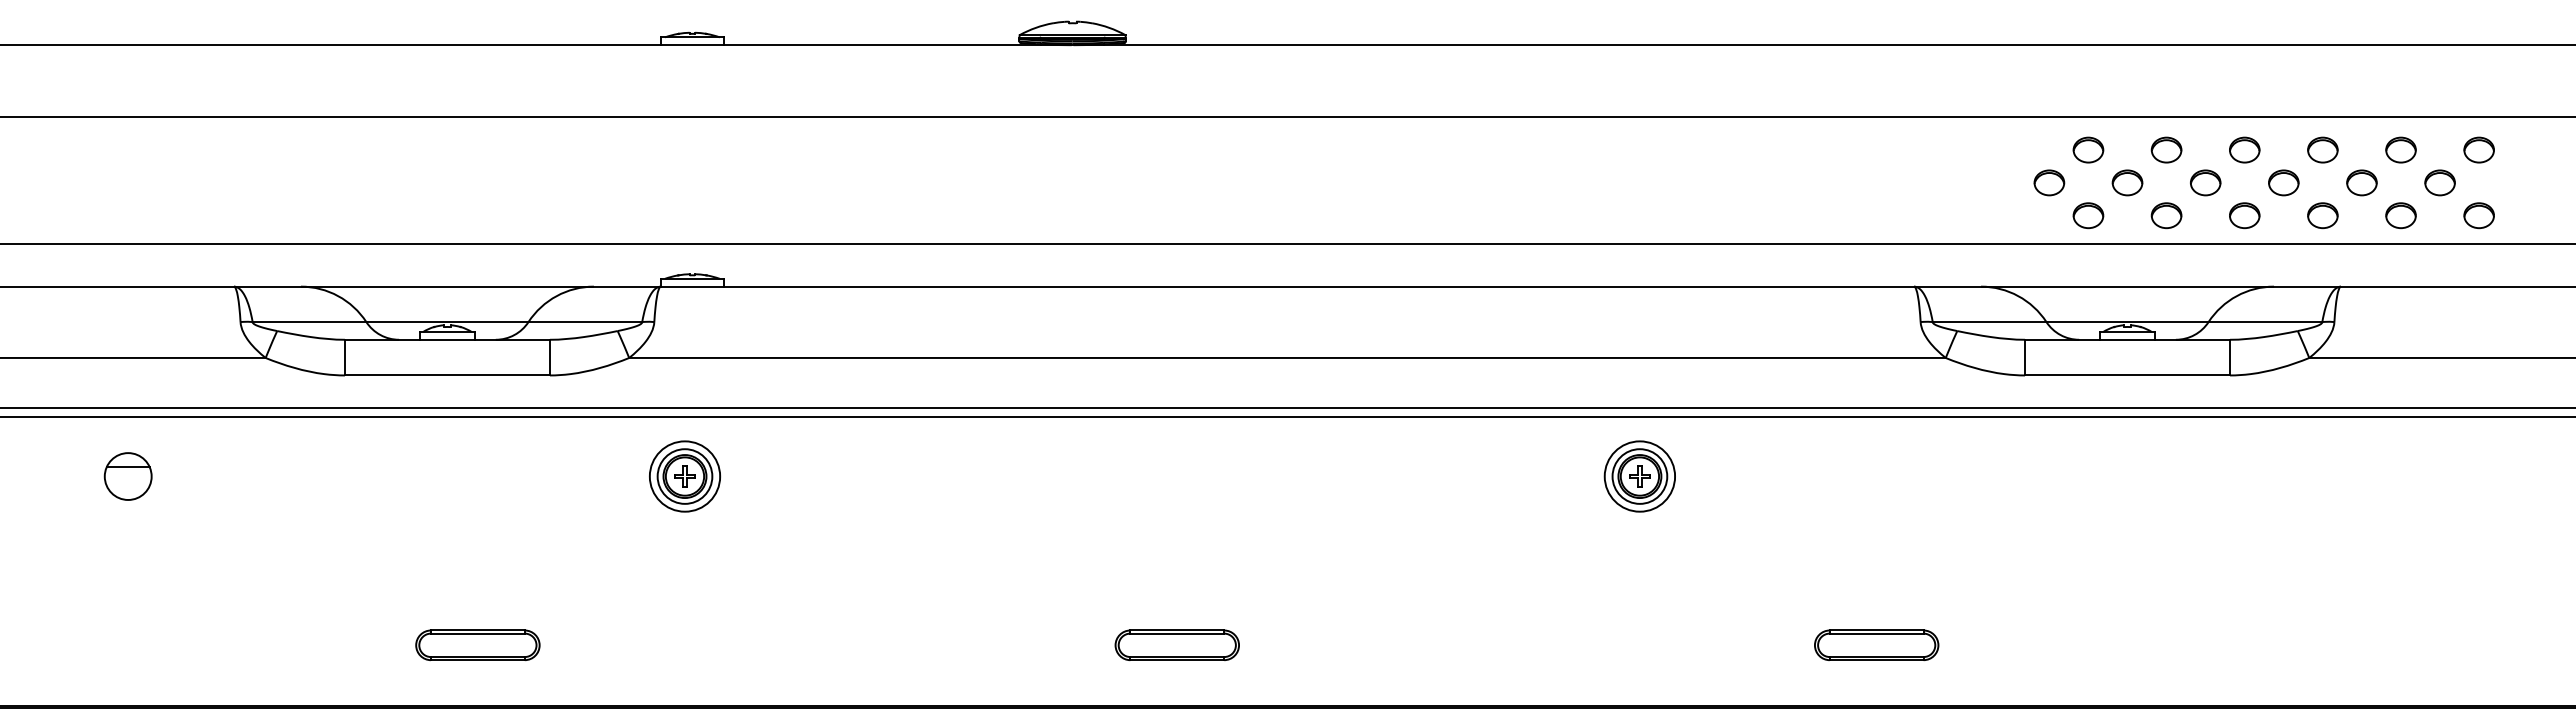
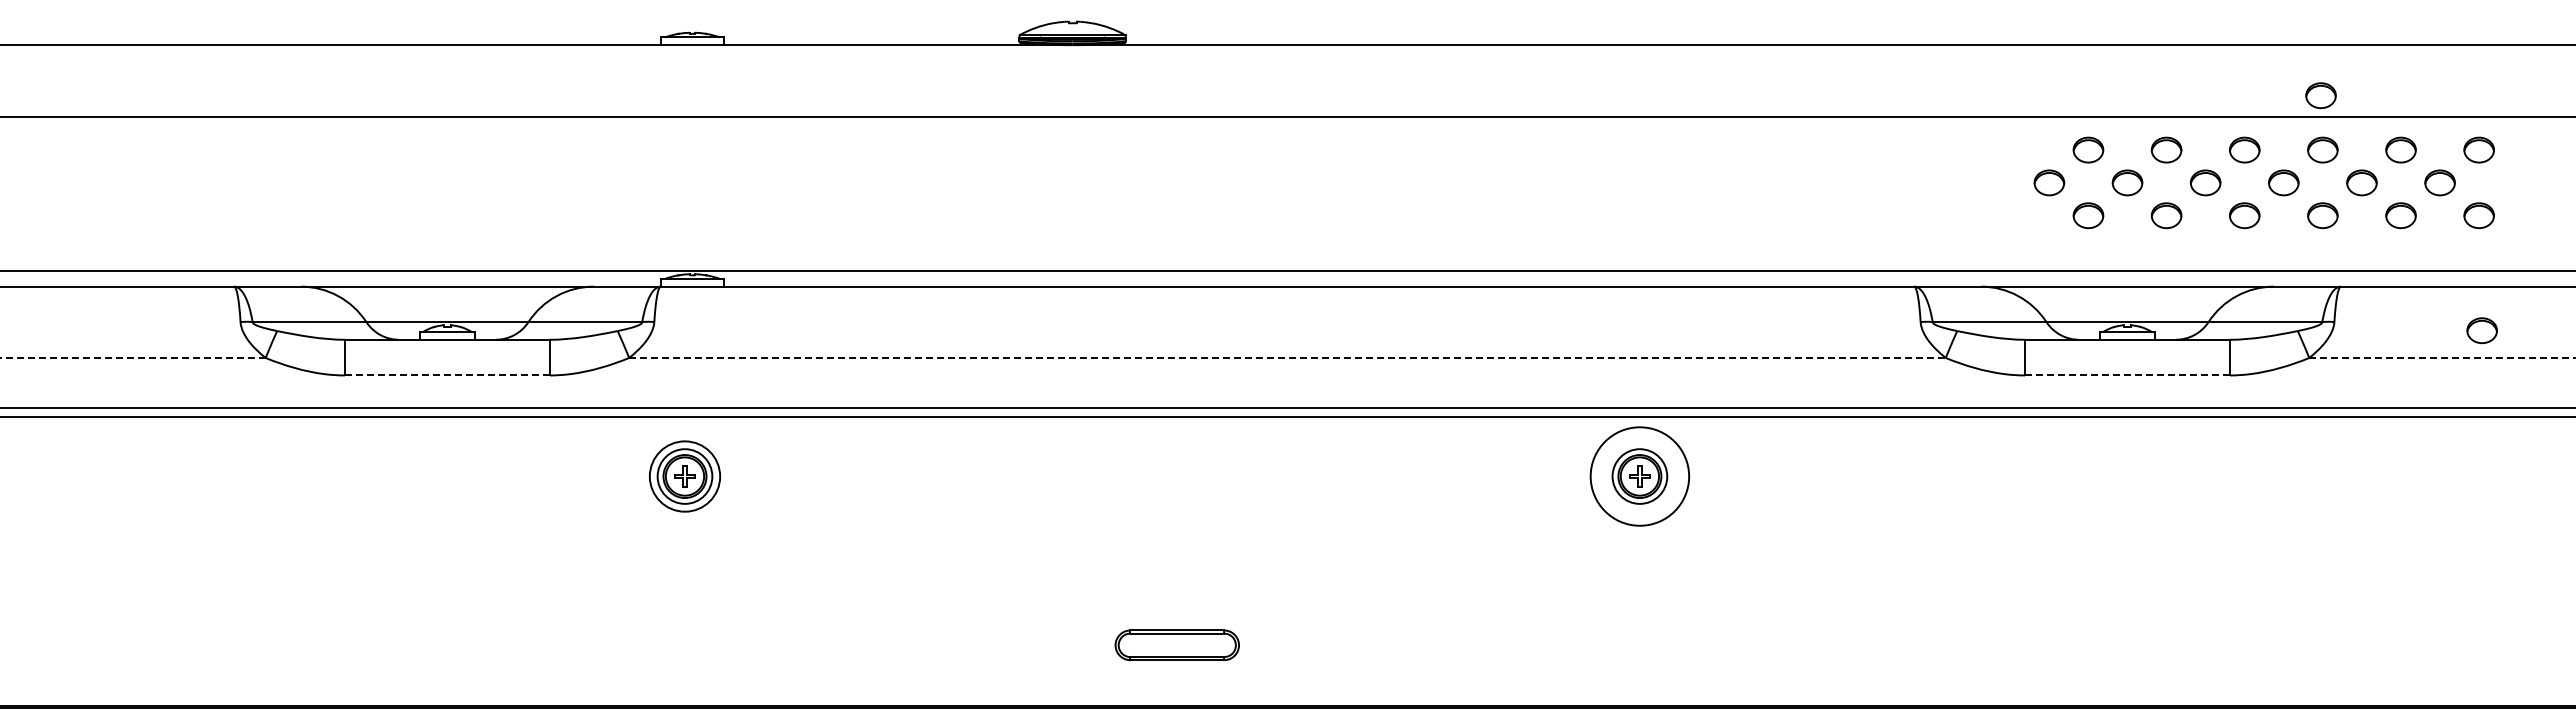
part at (2320, 95): none -> present
line at (1287, 243) position: (1287, 243) -> (1287, 270)
part at (2481, 330): none -> present
line at (132, 357): solid -> dashed
line at (1287, 357): solid -> dashed
line at (2442, 357): solid -> dashed
line at (447, 375): solid -> dashed
line at (2127, 375): solid -> dashed
part at (127, 476): present -> none
circle at (1639, 476) diameter: 70 px -> 98 px
part at (1876, 644): present -> none
part at (477, 645): present -> none
